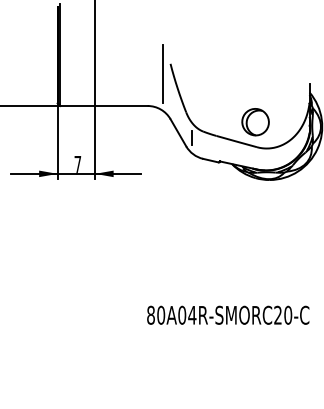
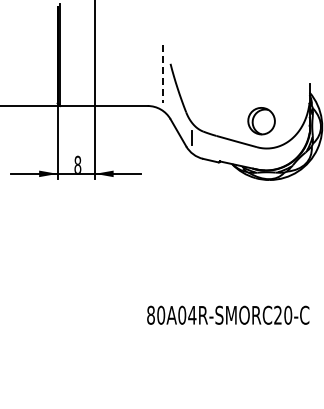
line at (162, 74): solid -> dashed
part at (255, 122) position: (255, 122) -> (261, 121)
text at (77, 163): 7 -> 8
